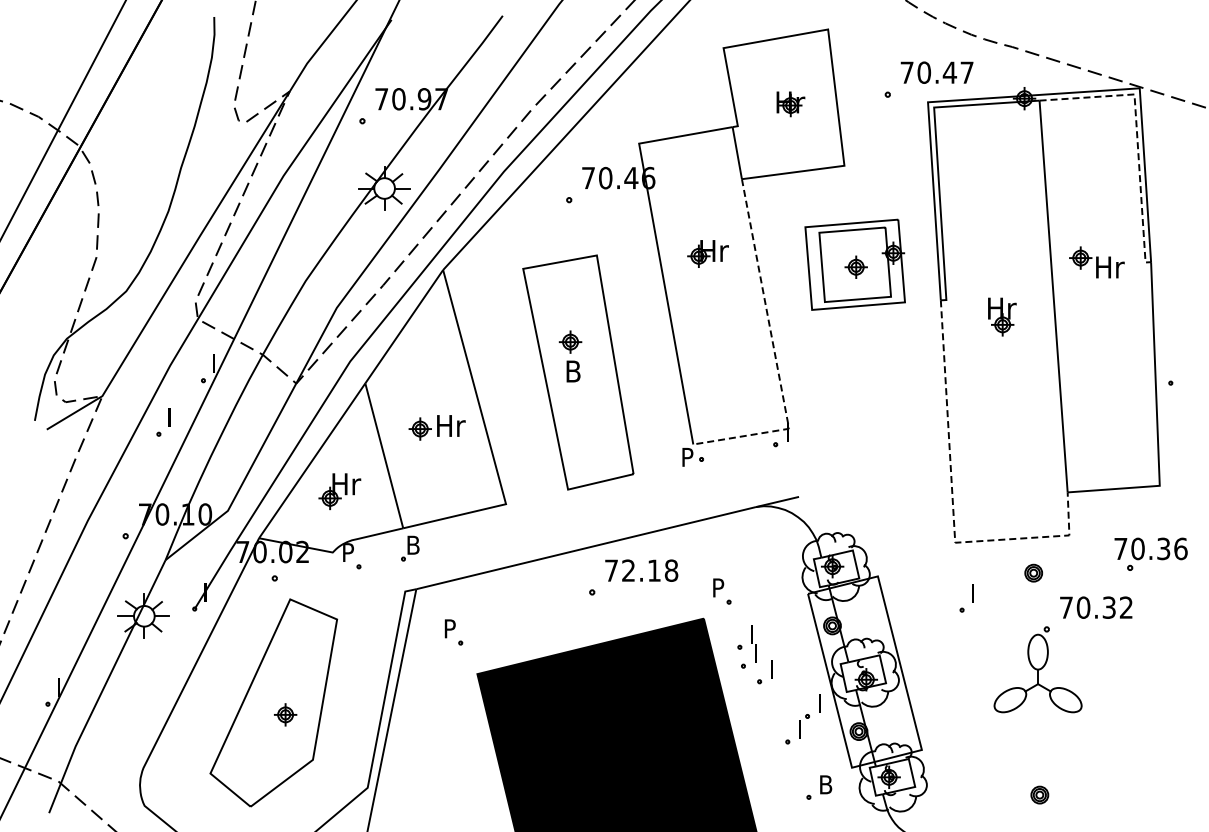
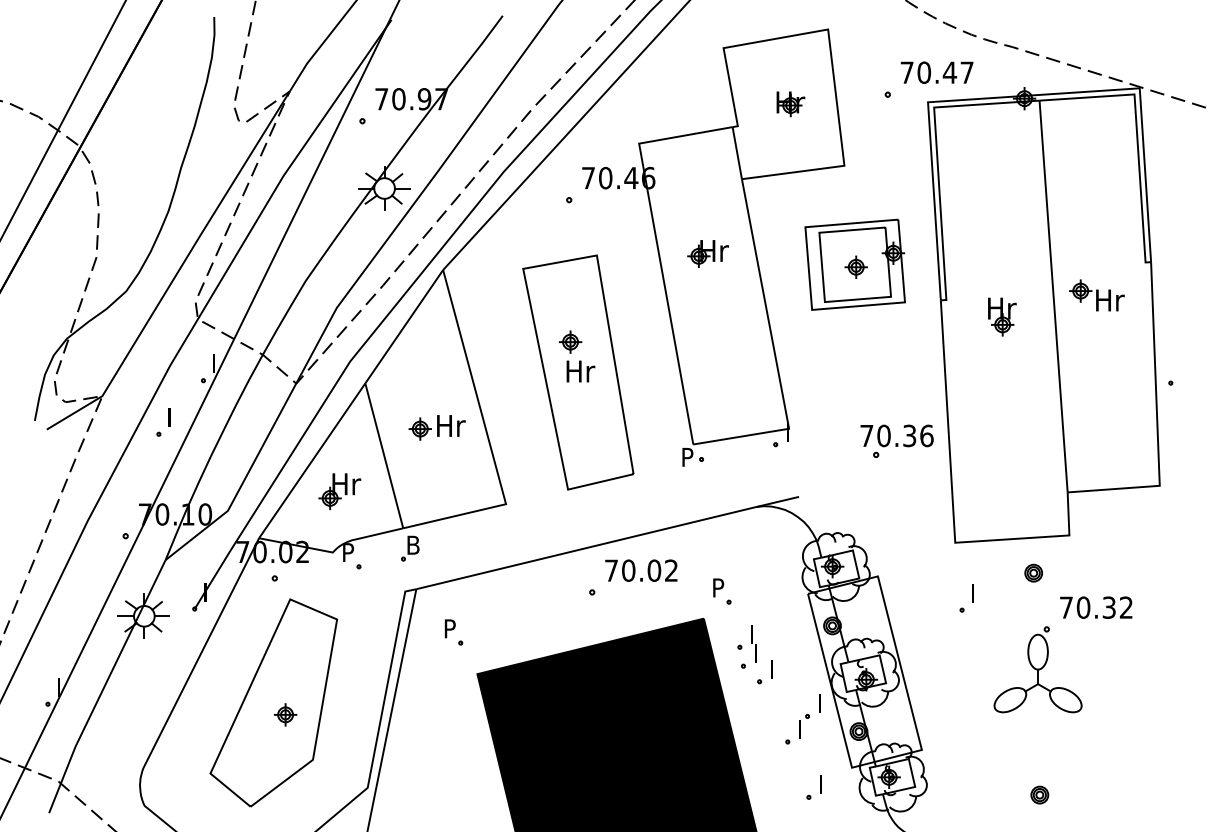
line at (1137, 134): dashed -> solid
part at (1096, 262) position: (1096, 262) -> (1096, 295)
line at (774, 353): dashed -> solid
text at (582, 371): B -> Hr
line at (952, 501): dashed -> solid
part at (1150, 553) position: (1150, 553) -> (896, 440)
text at (650, 570): 72.18 -> 70.02
text at (826, 784): B -> I
